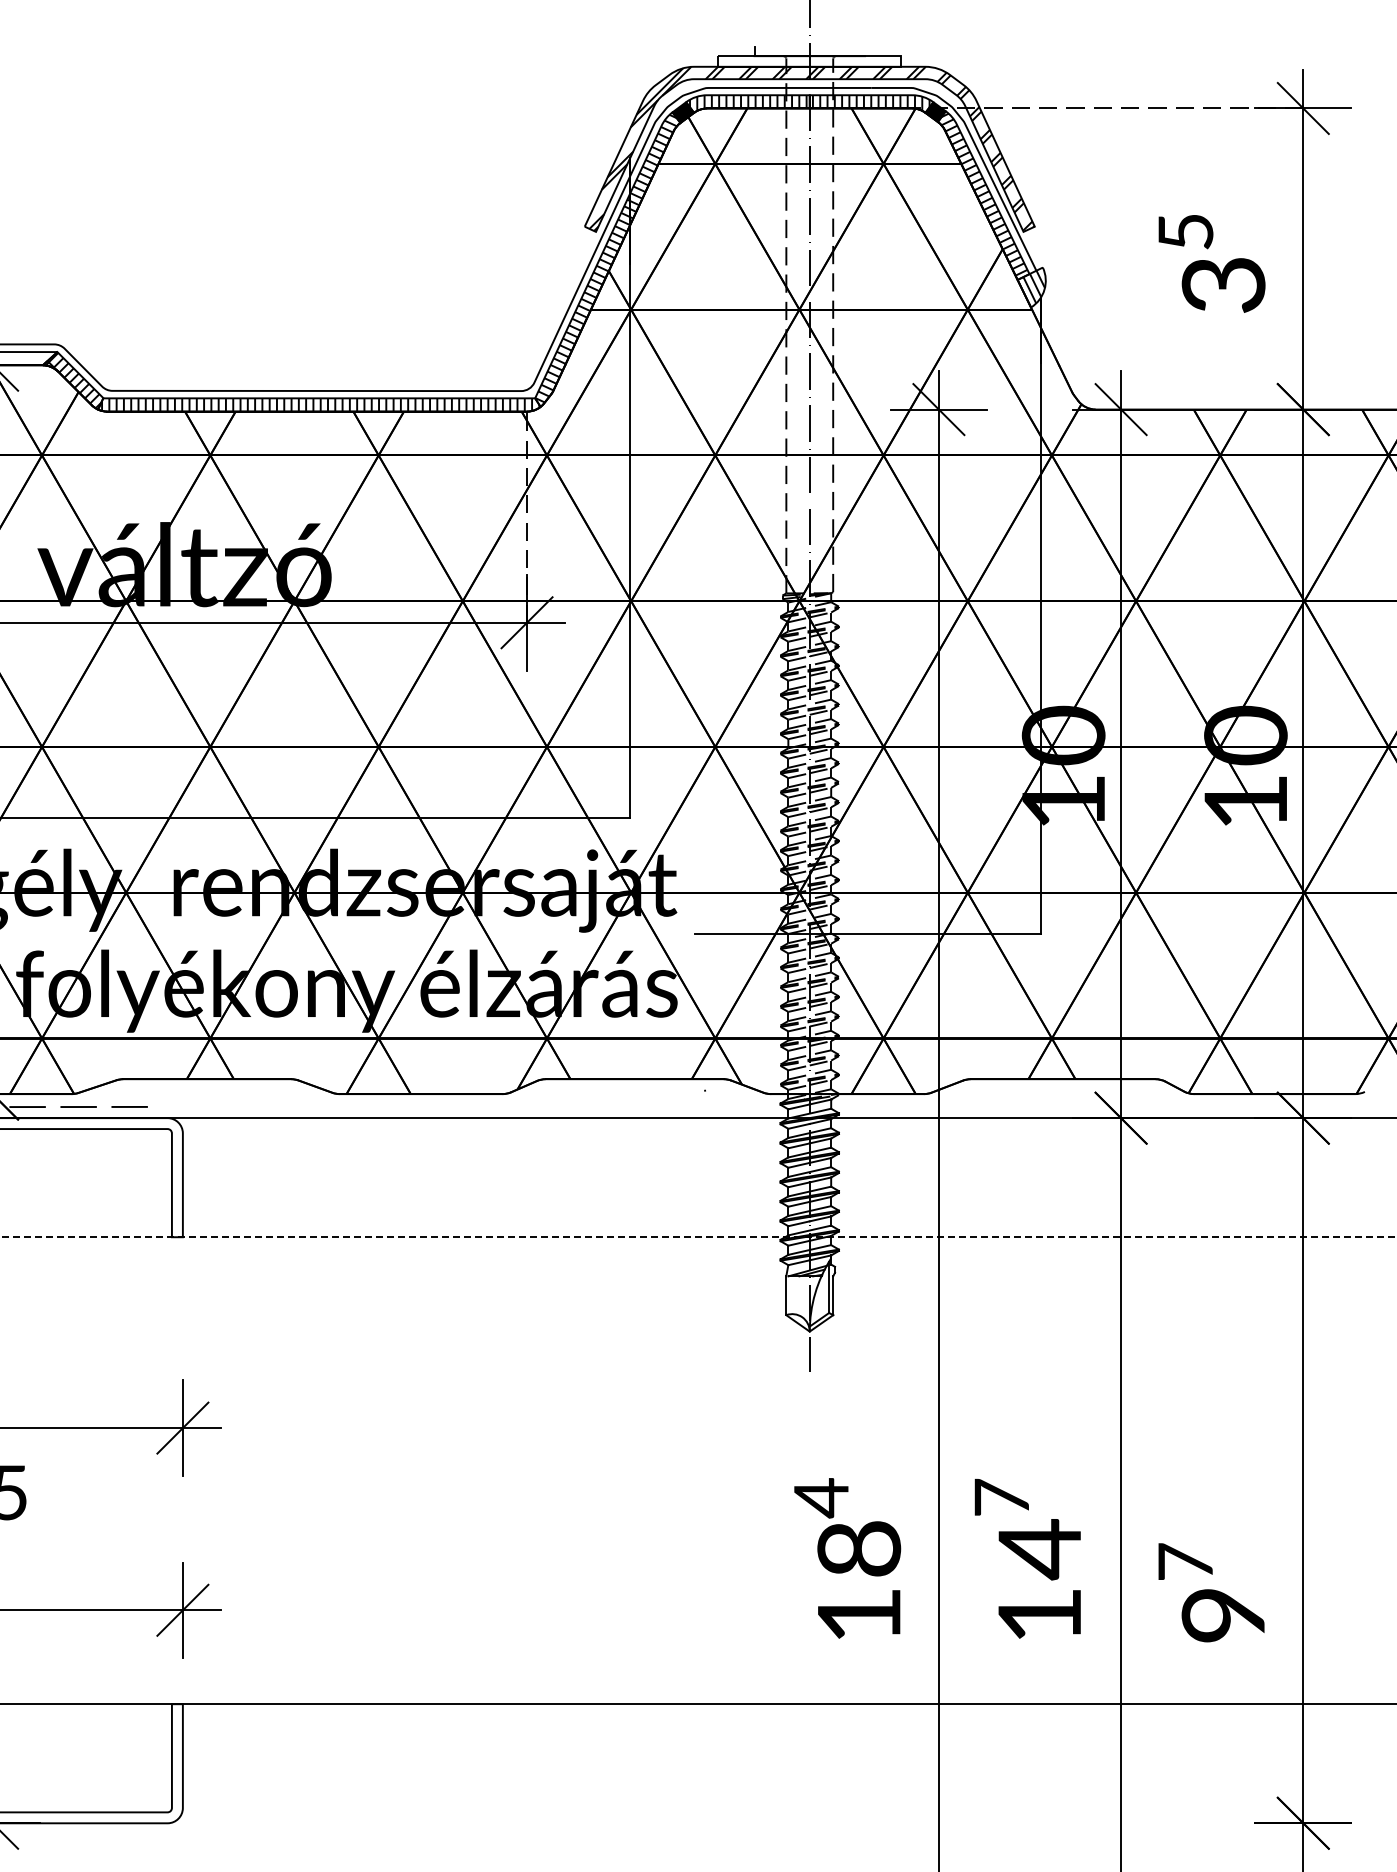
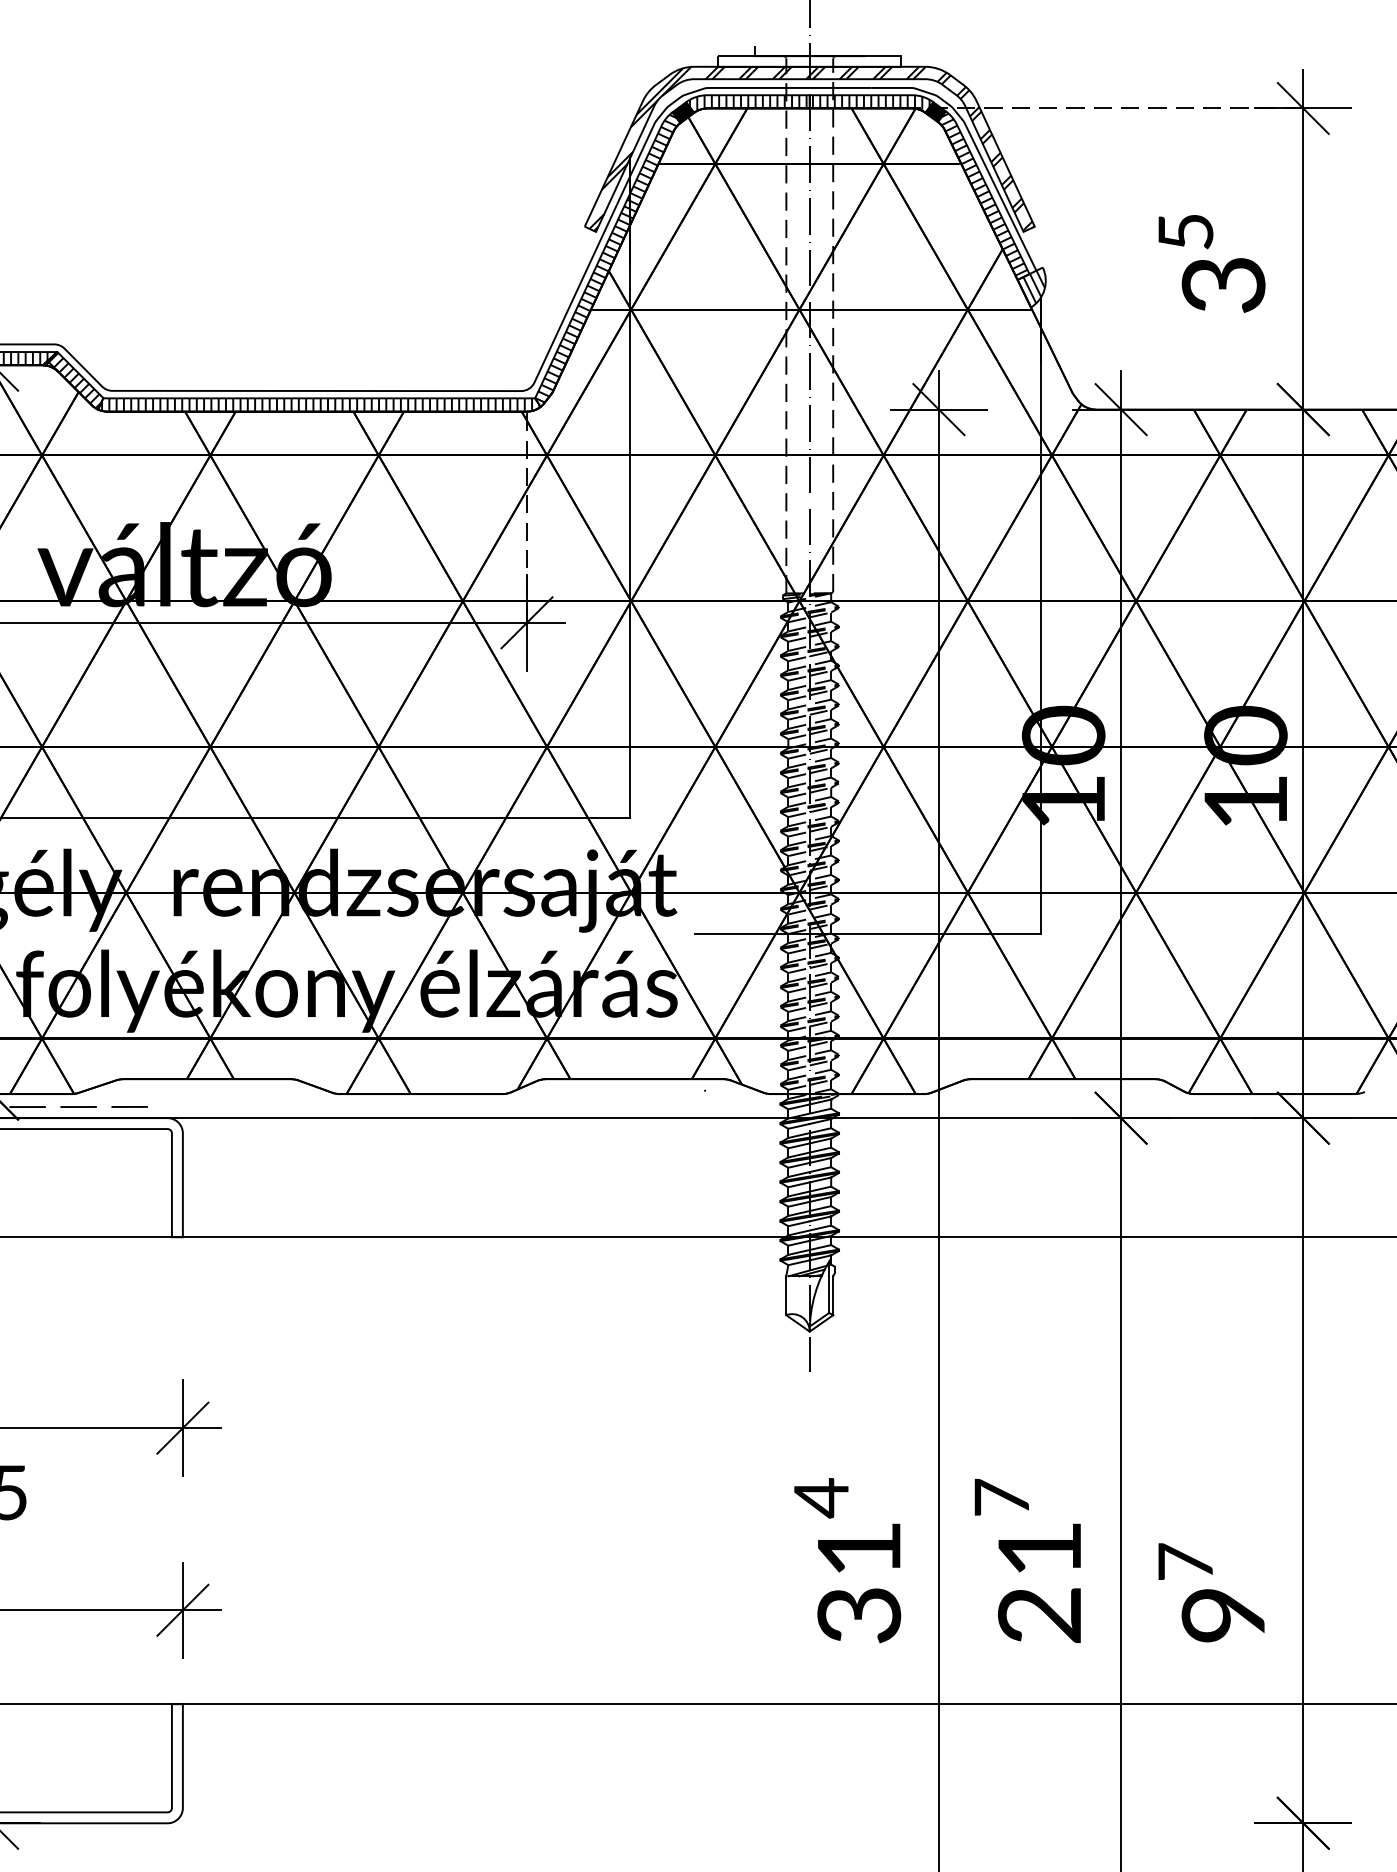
hatch at (28, 358): none -> present
line at (698, 1237): dashed -> solid
text at (1038, 1580): 14 -> 21
text at (859, 1582): 18 -> 31
